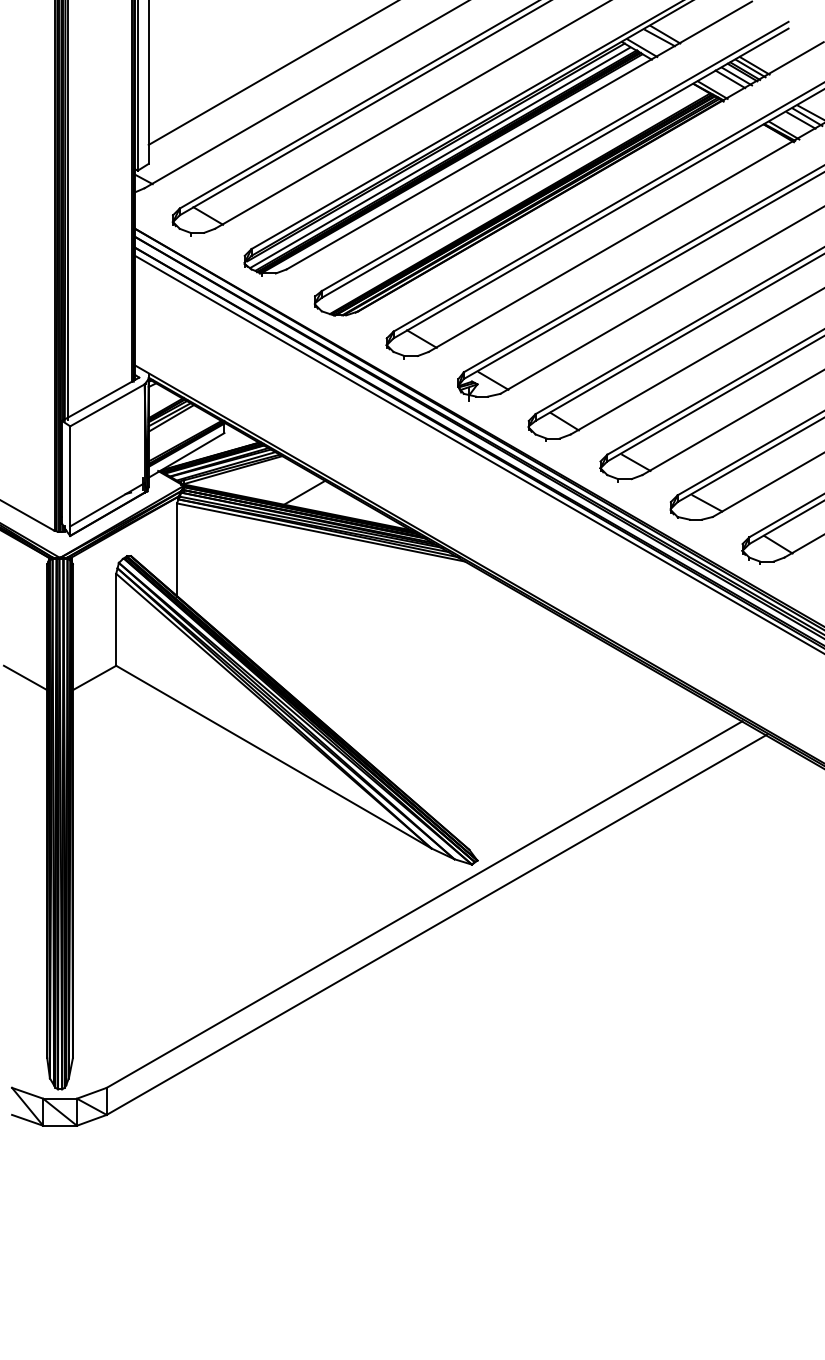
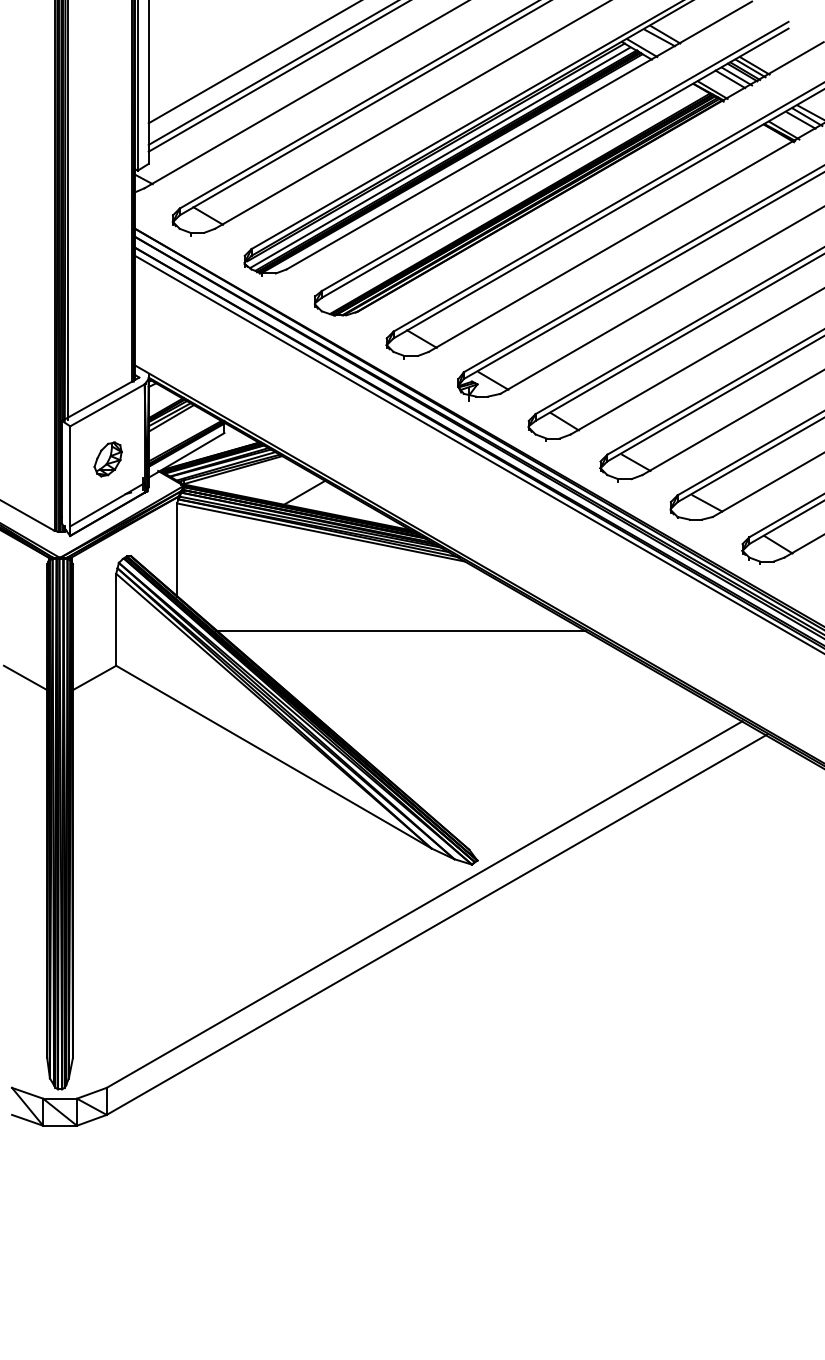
line at (253, 62): none -> present
line at (277, 76): none -> present
part at (107, 459): none -> present
line at (400, 630): none -> present
